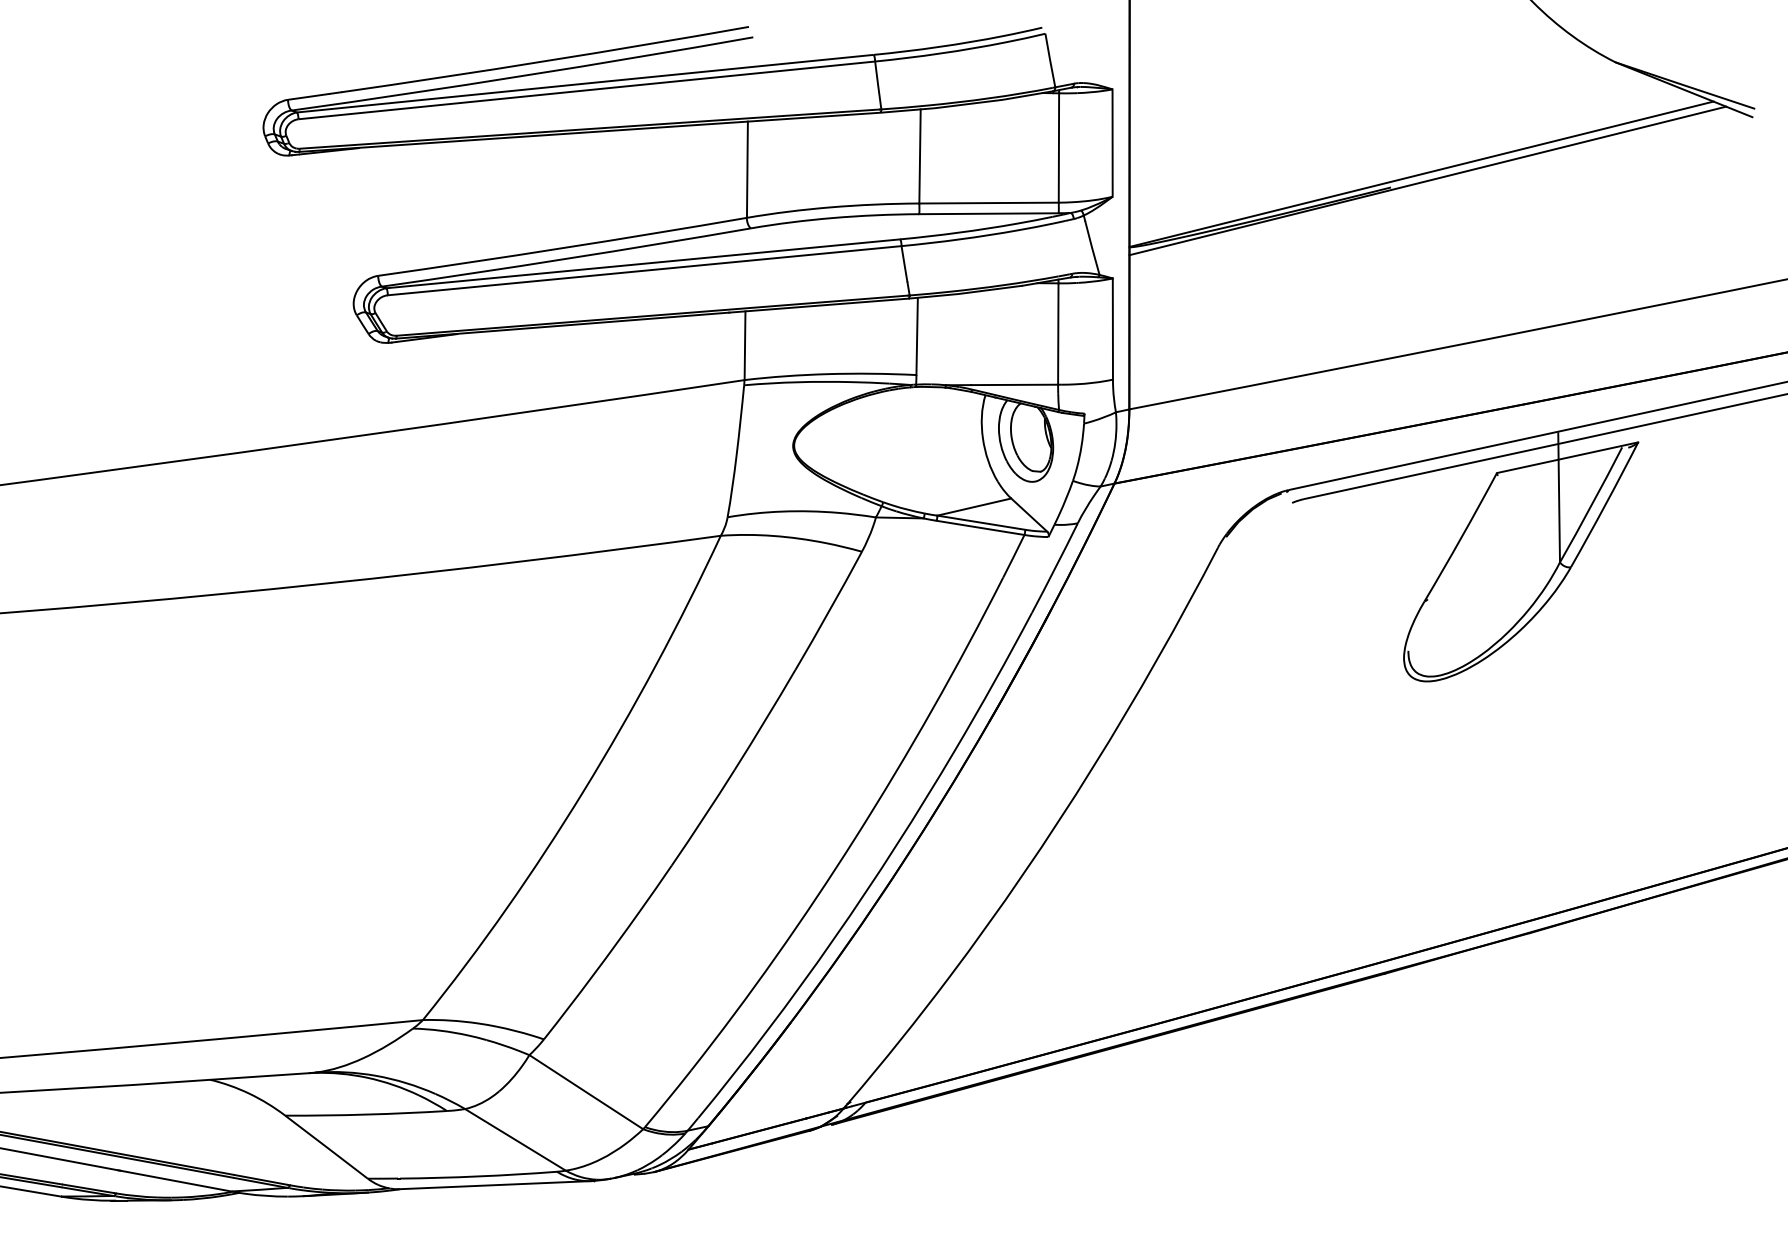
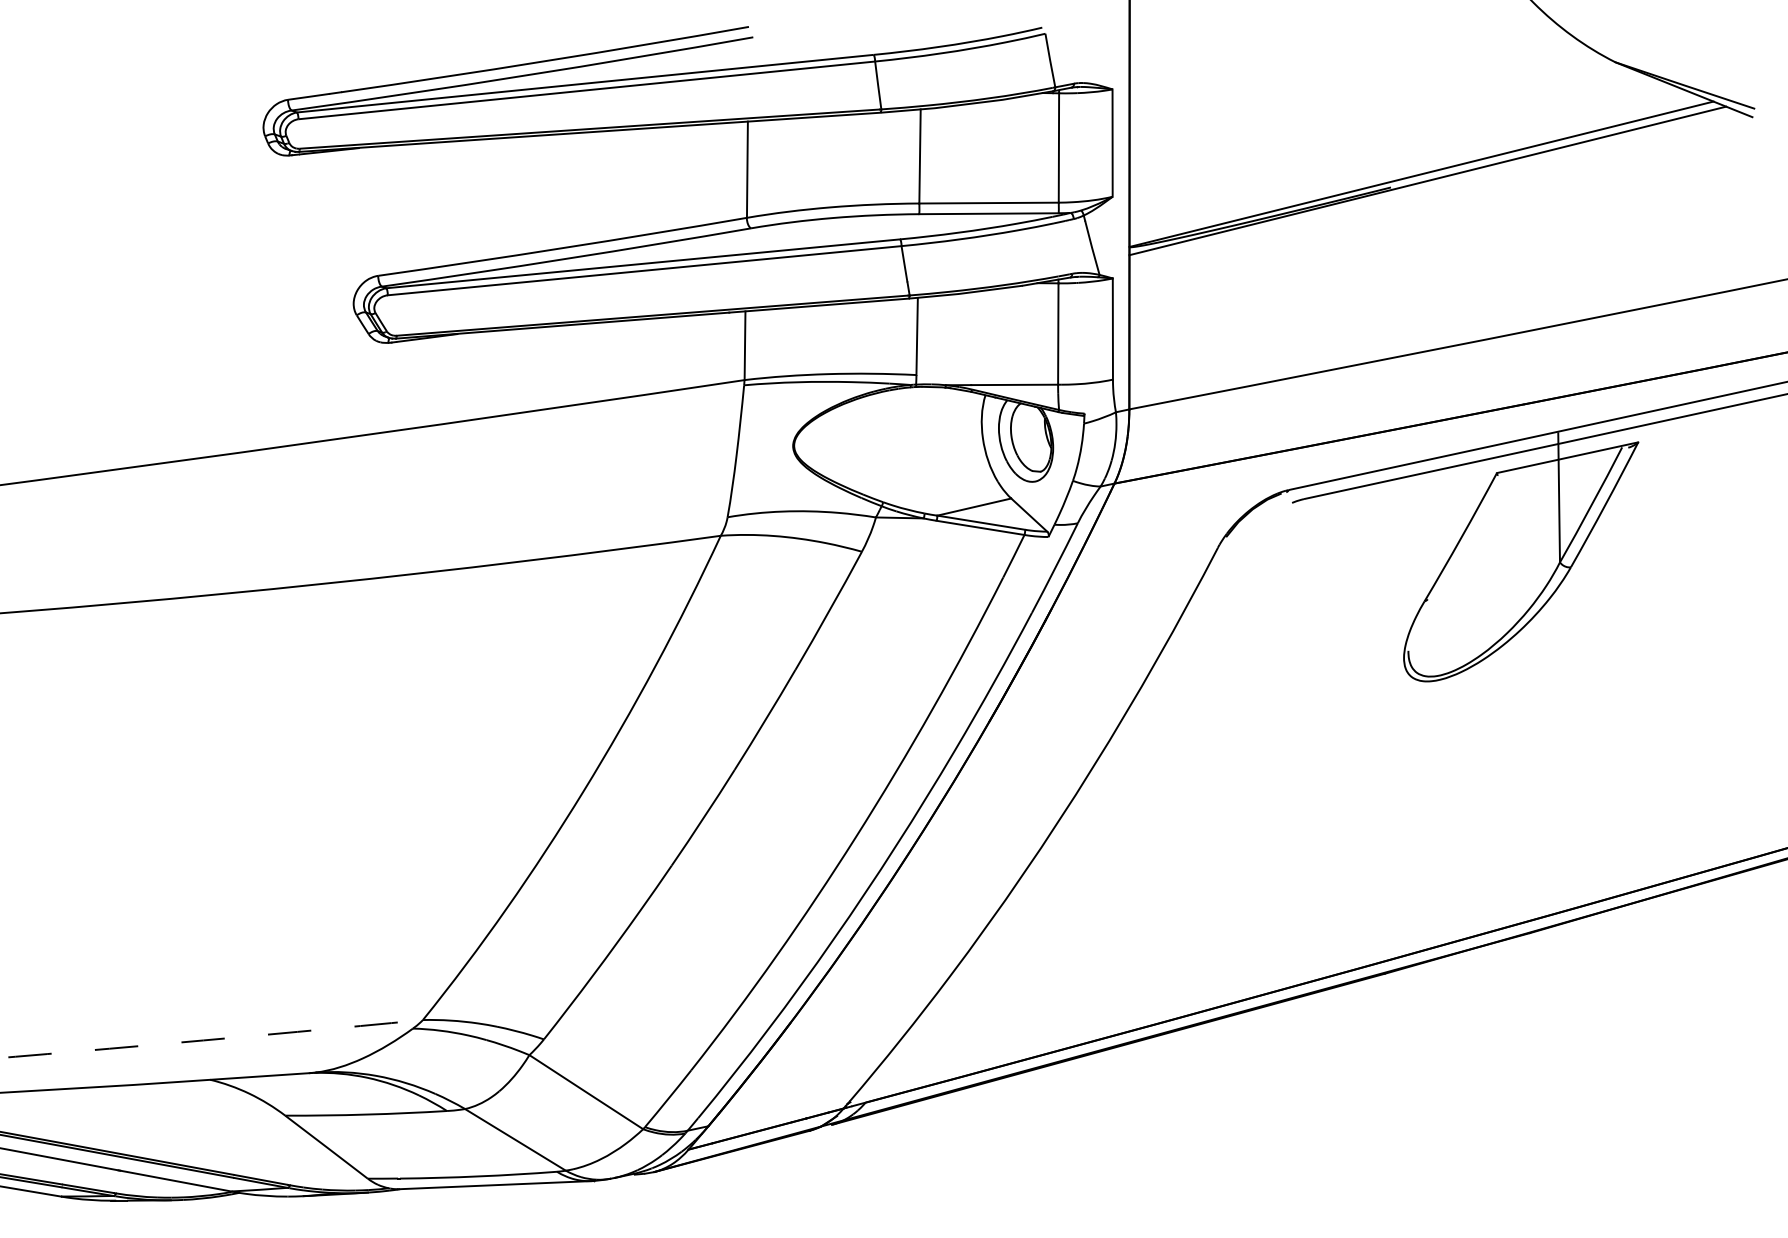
arc at (211, 1039): solid -> dashed
